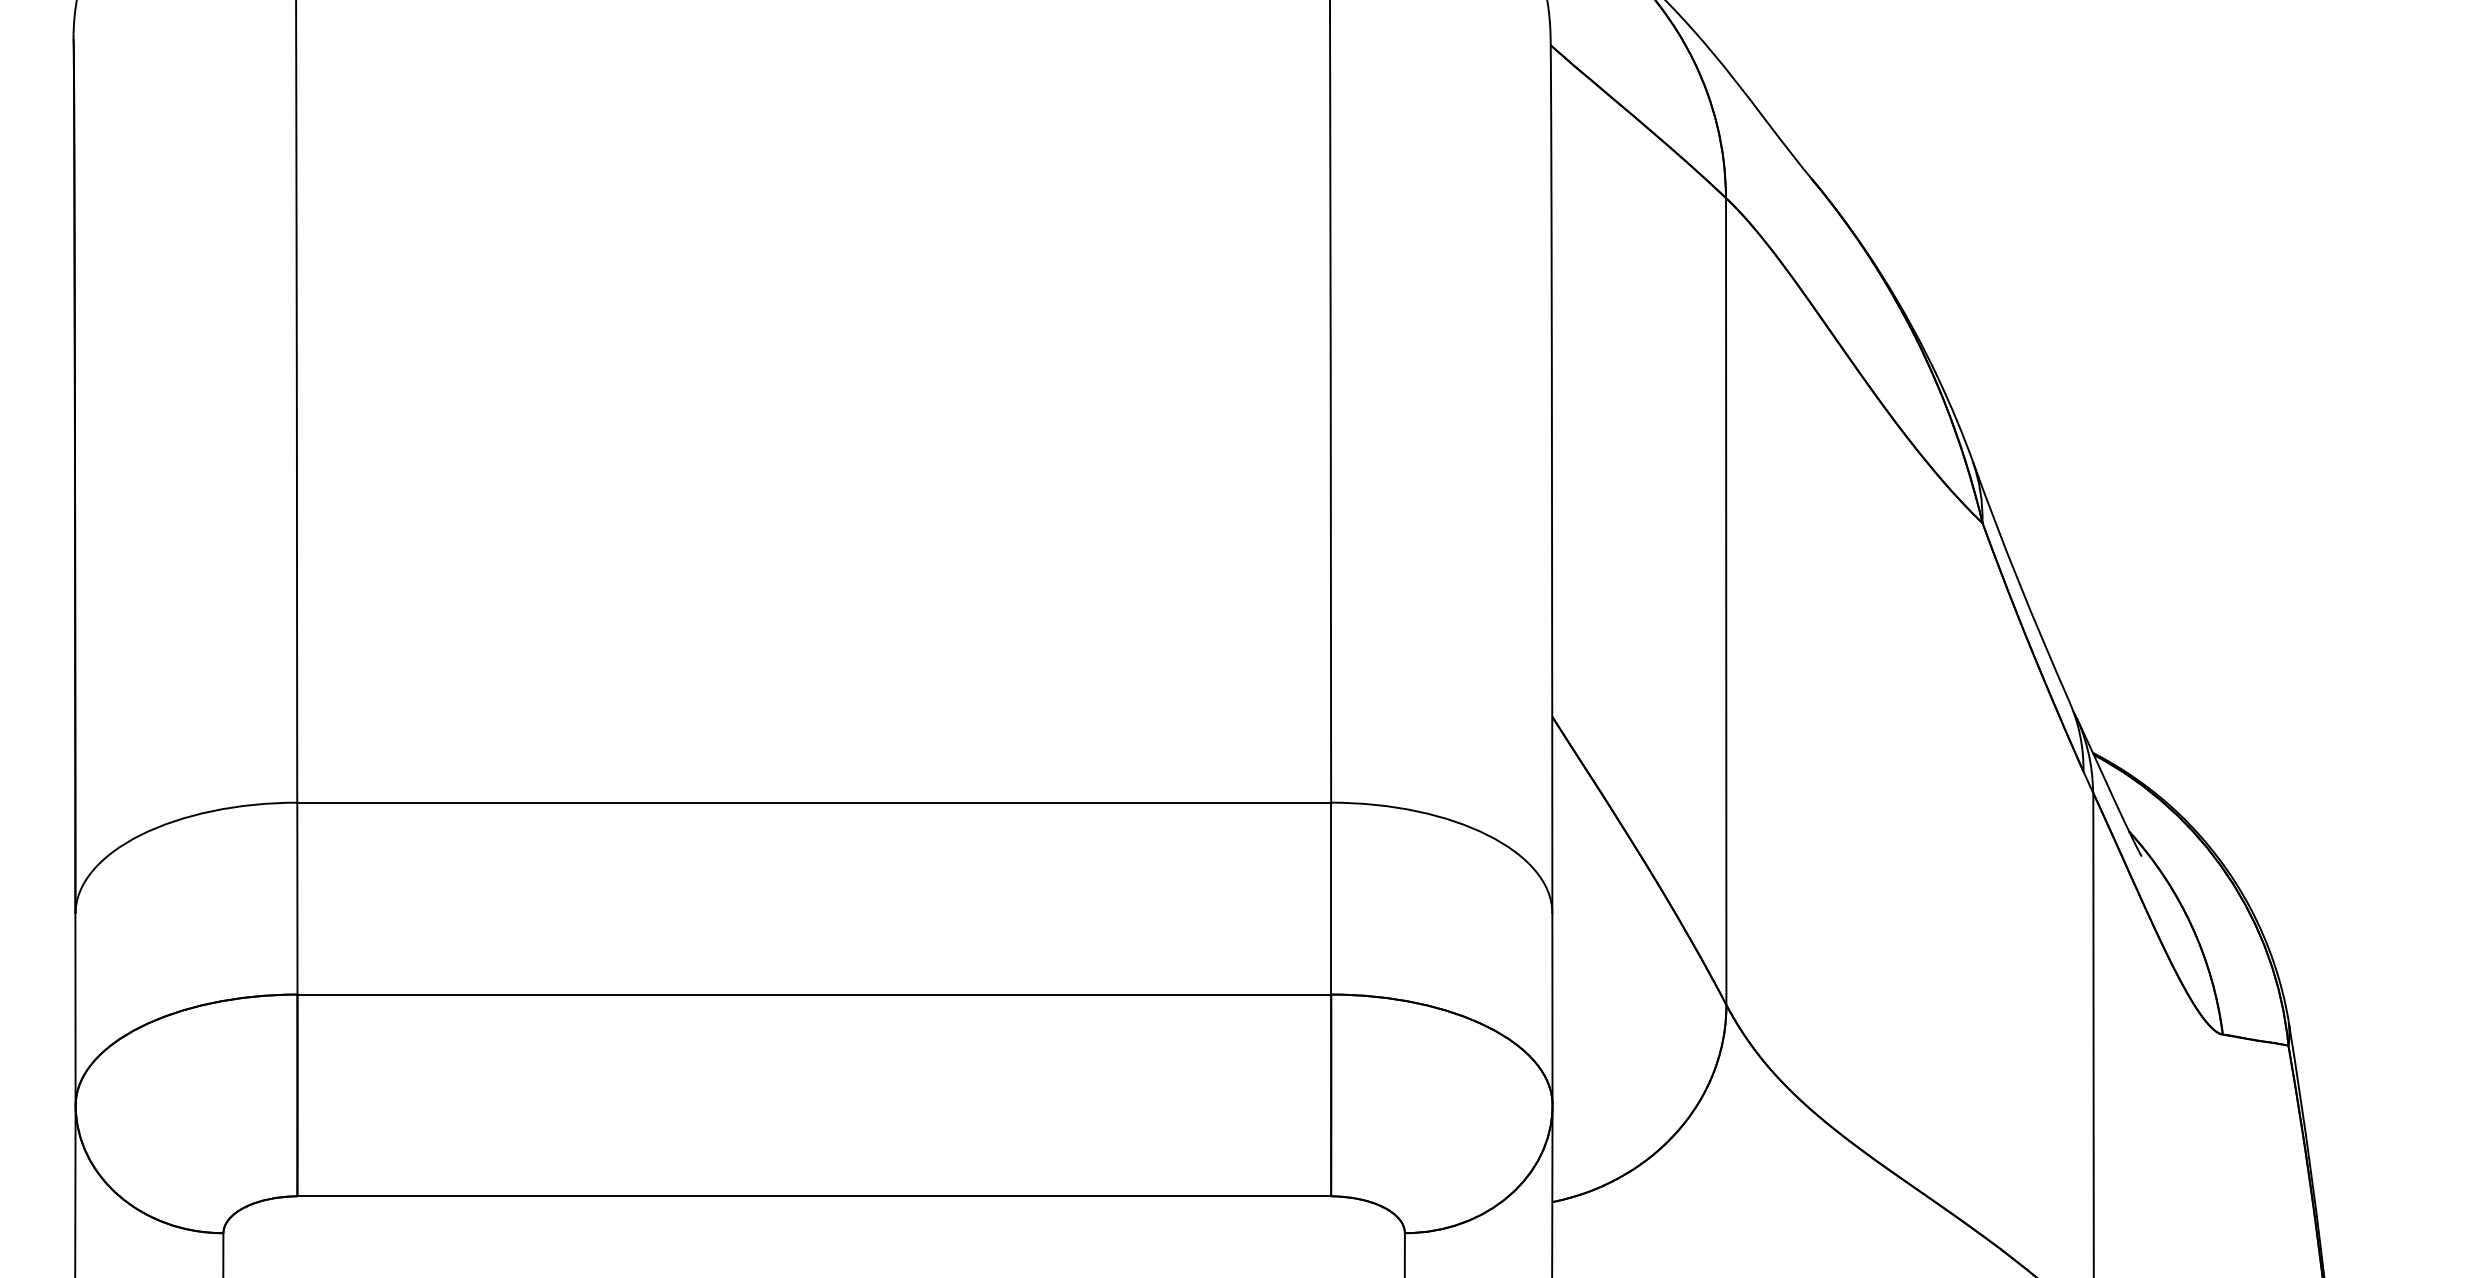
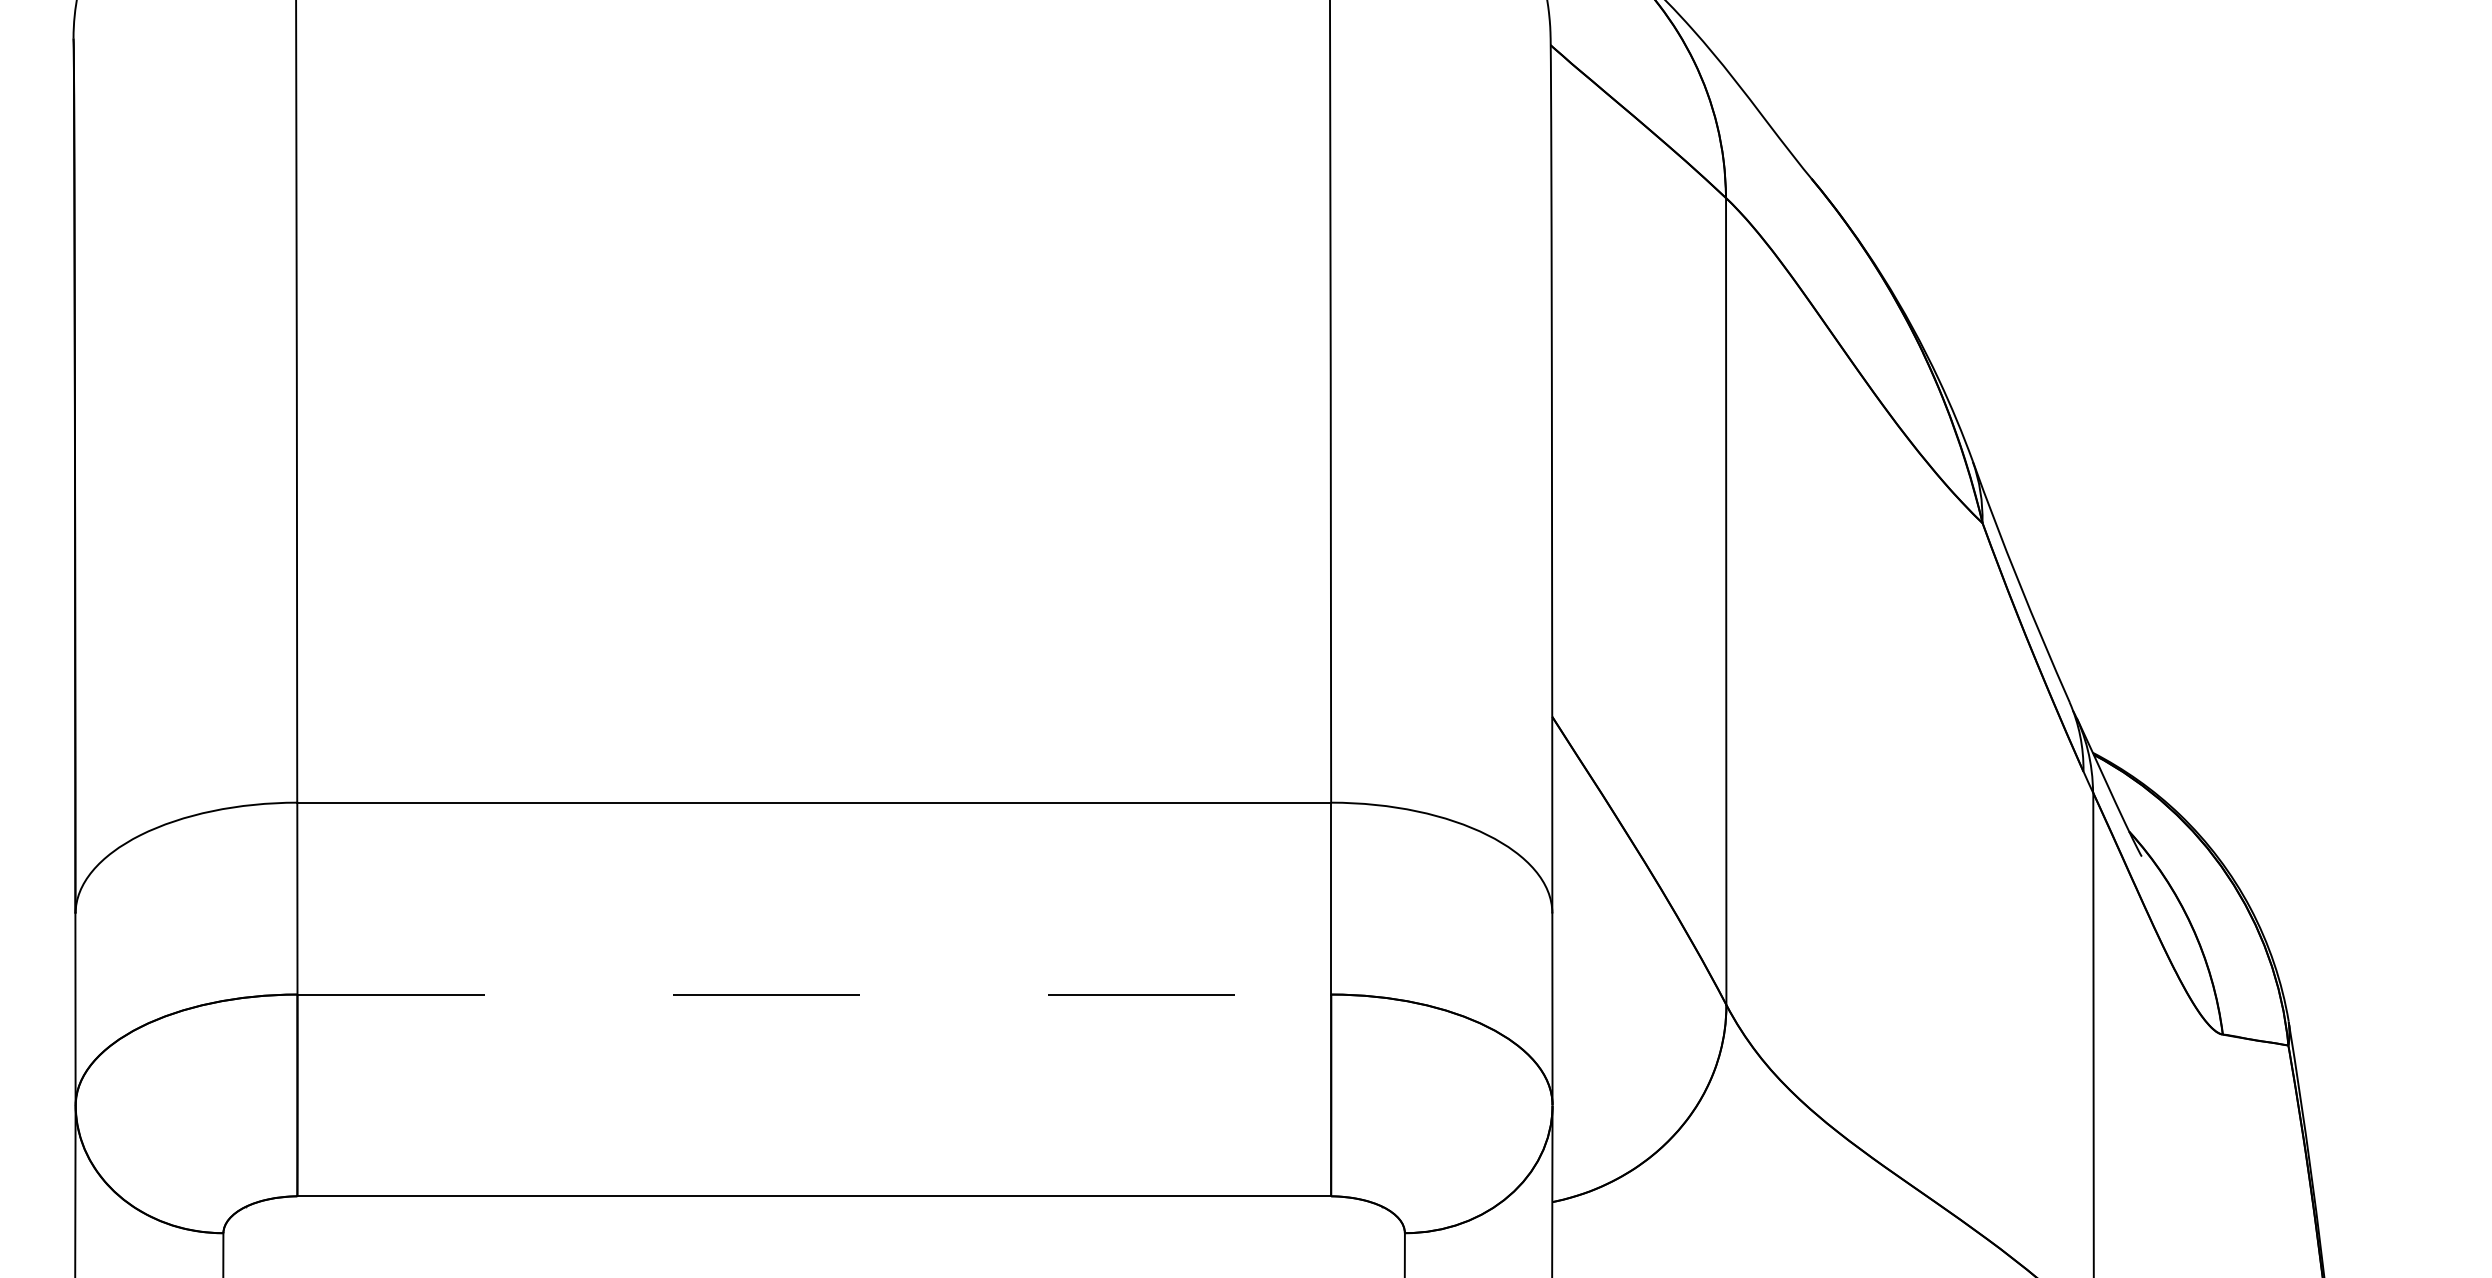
line at (814, 994): solid -> dashed
